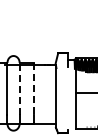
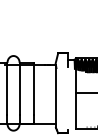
line at (19, 88): dashed -> solid
line at (33, 89): dashed -> solid
